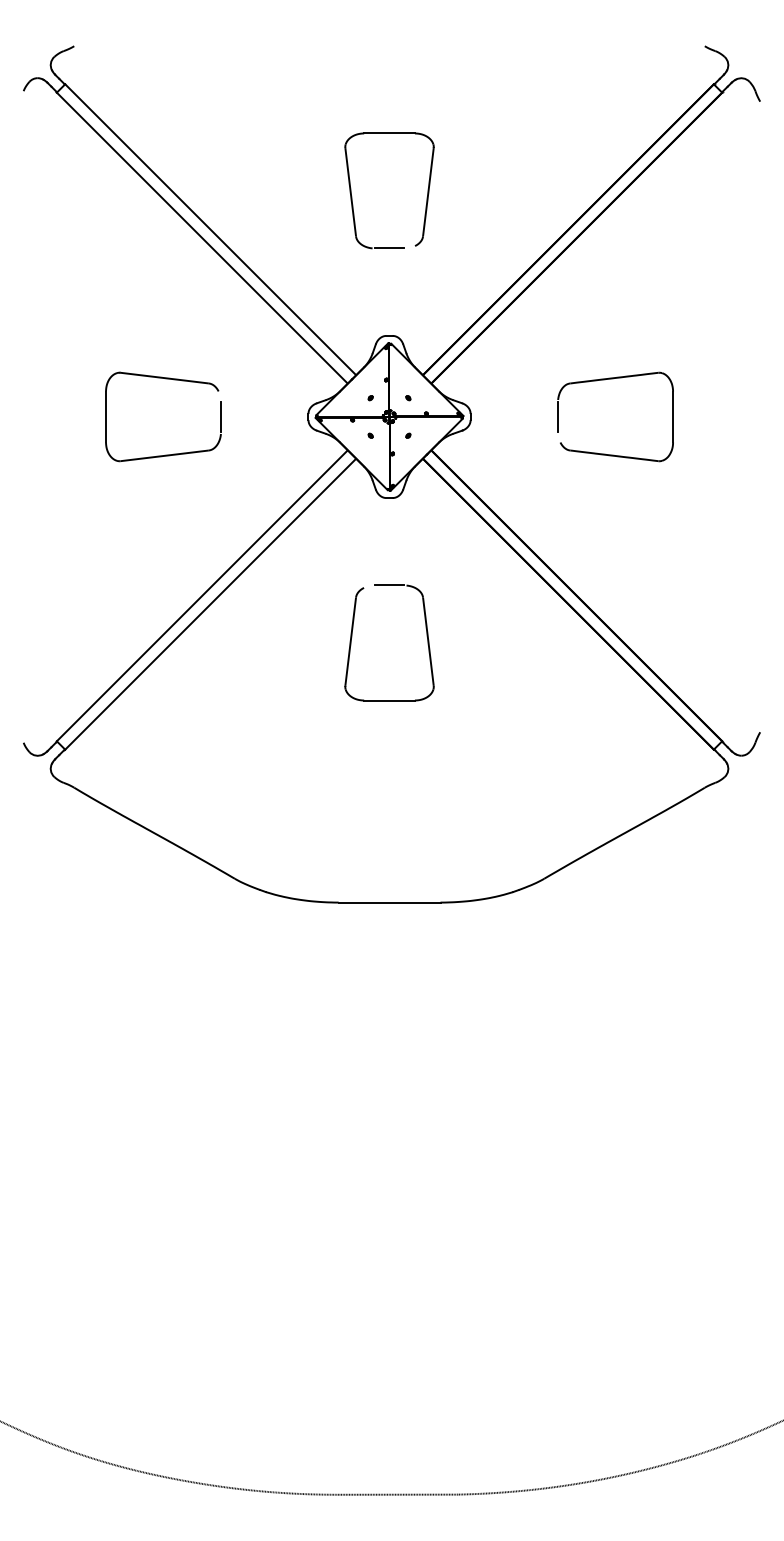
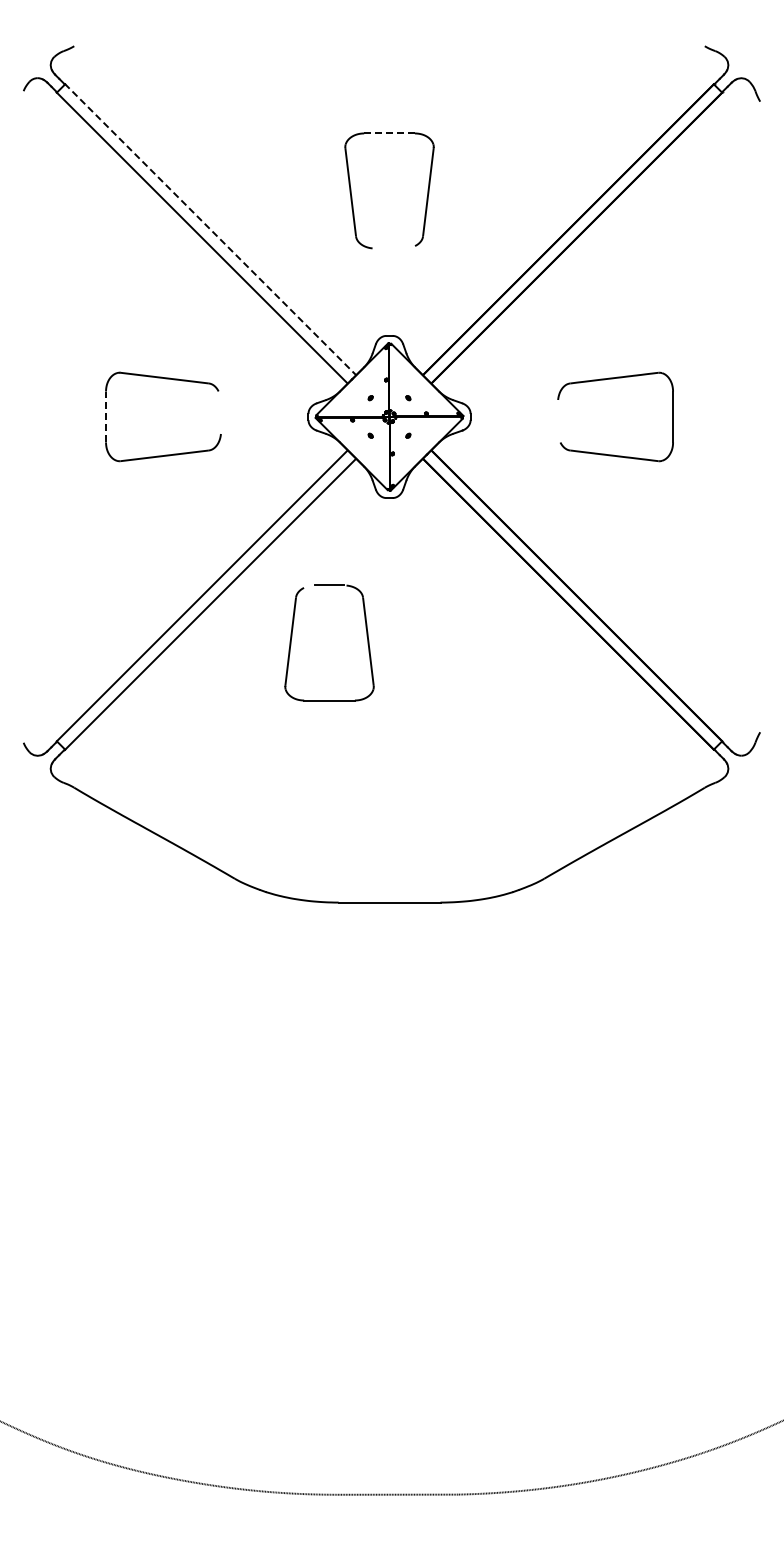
line at (390, 133): solid -> dashed
line at (210, 229): solid -> dashed
line at (389, 248): present -> none
line at (106, 416): solid -> dashed
line at (221, 416): present -> none
line at (558, 416): present -> none
part at (352, 637) position: (352, 637) -> (292, 637)
